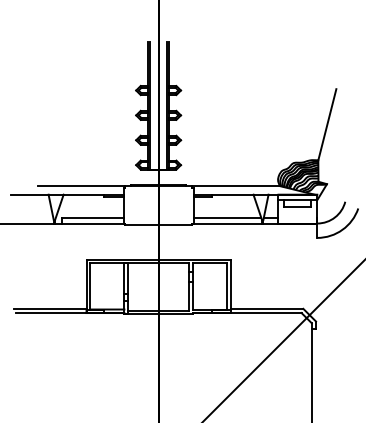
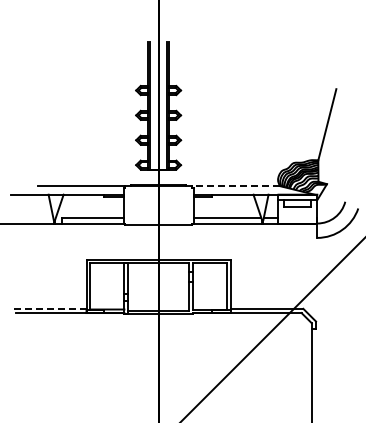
line at (235, 186): solid -> dashed
line at (50, 308): solid -> dashed
line at (283, 340) position: (283, 340) -> (272, 329)
